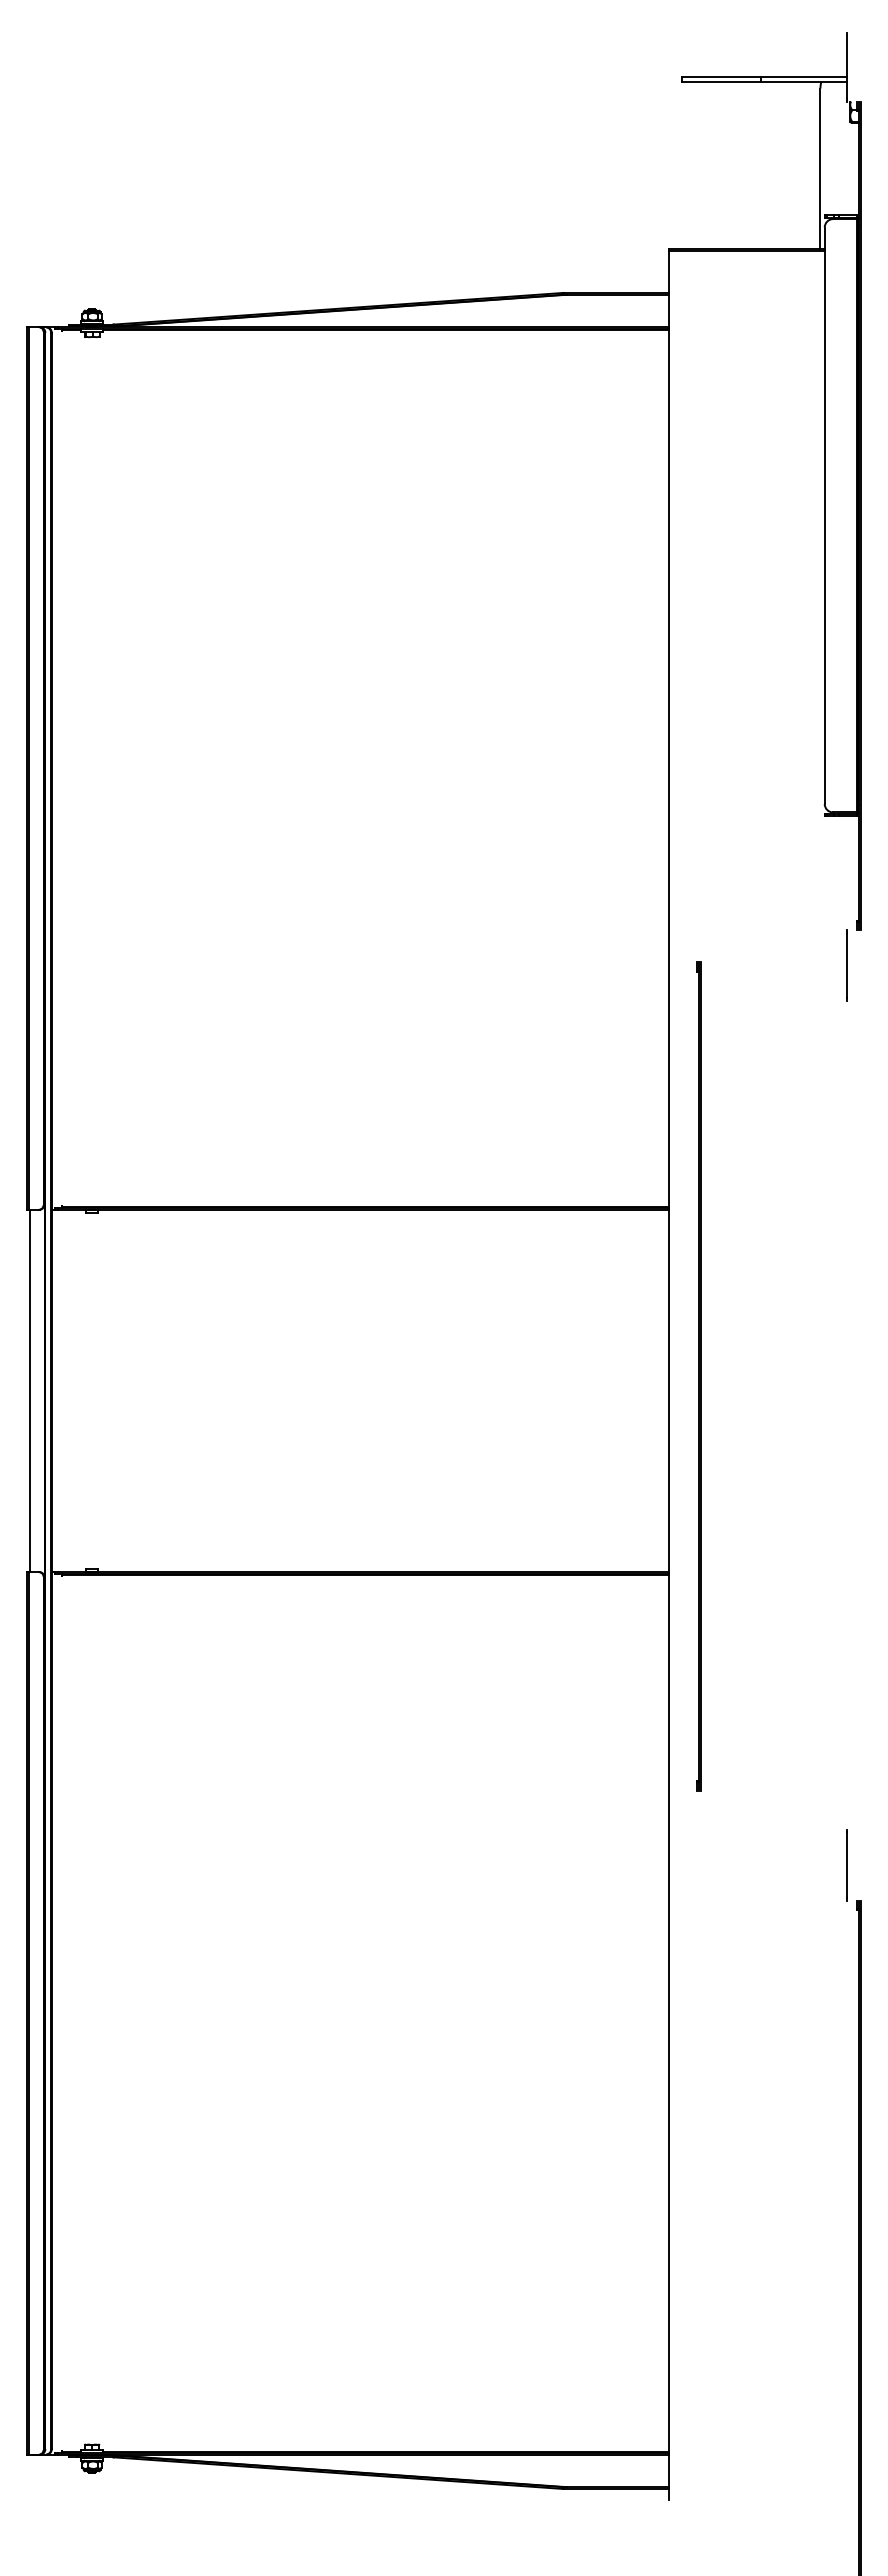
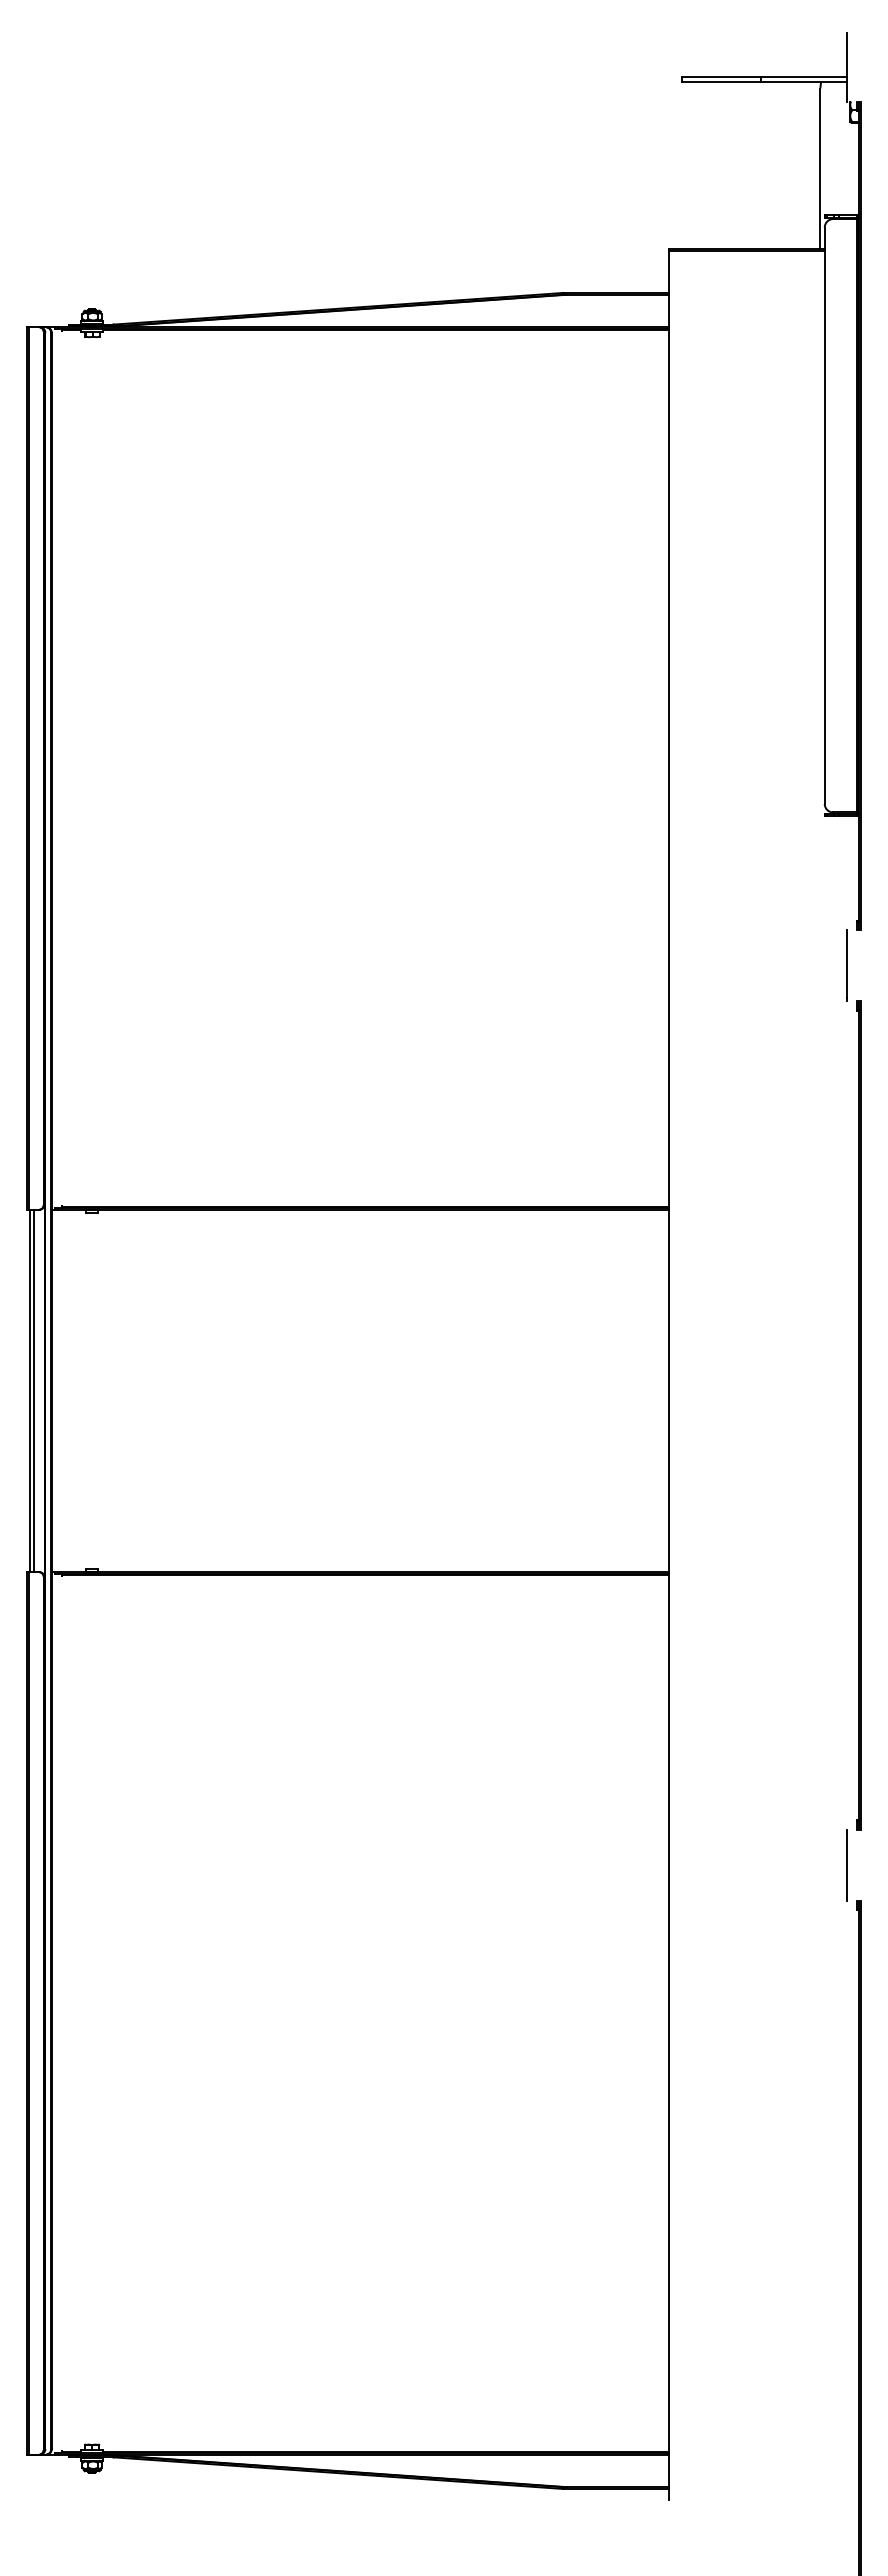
part at (698, 1376) position: (698, 1376) -> (858, 1415)
line at (34, 1390): none -> present
